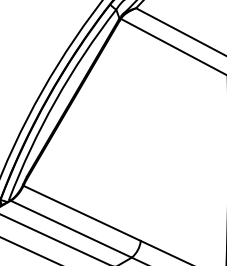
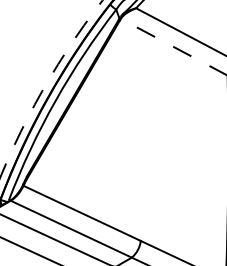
line at (173, 47): solid -> dashed
arc at (45, 86): solid -> dashed
